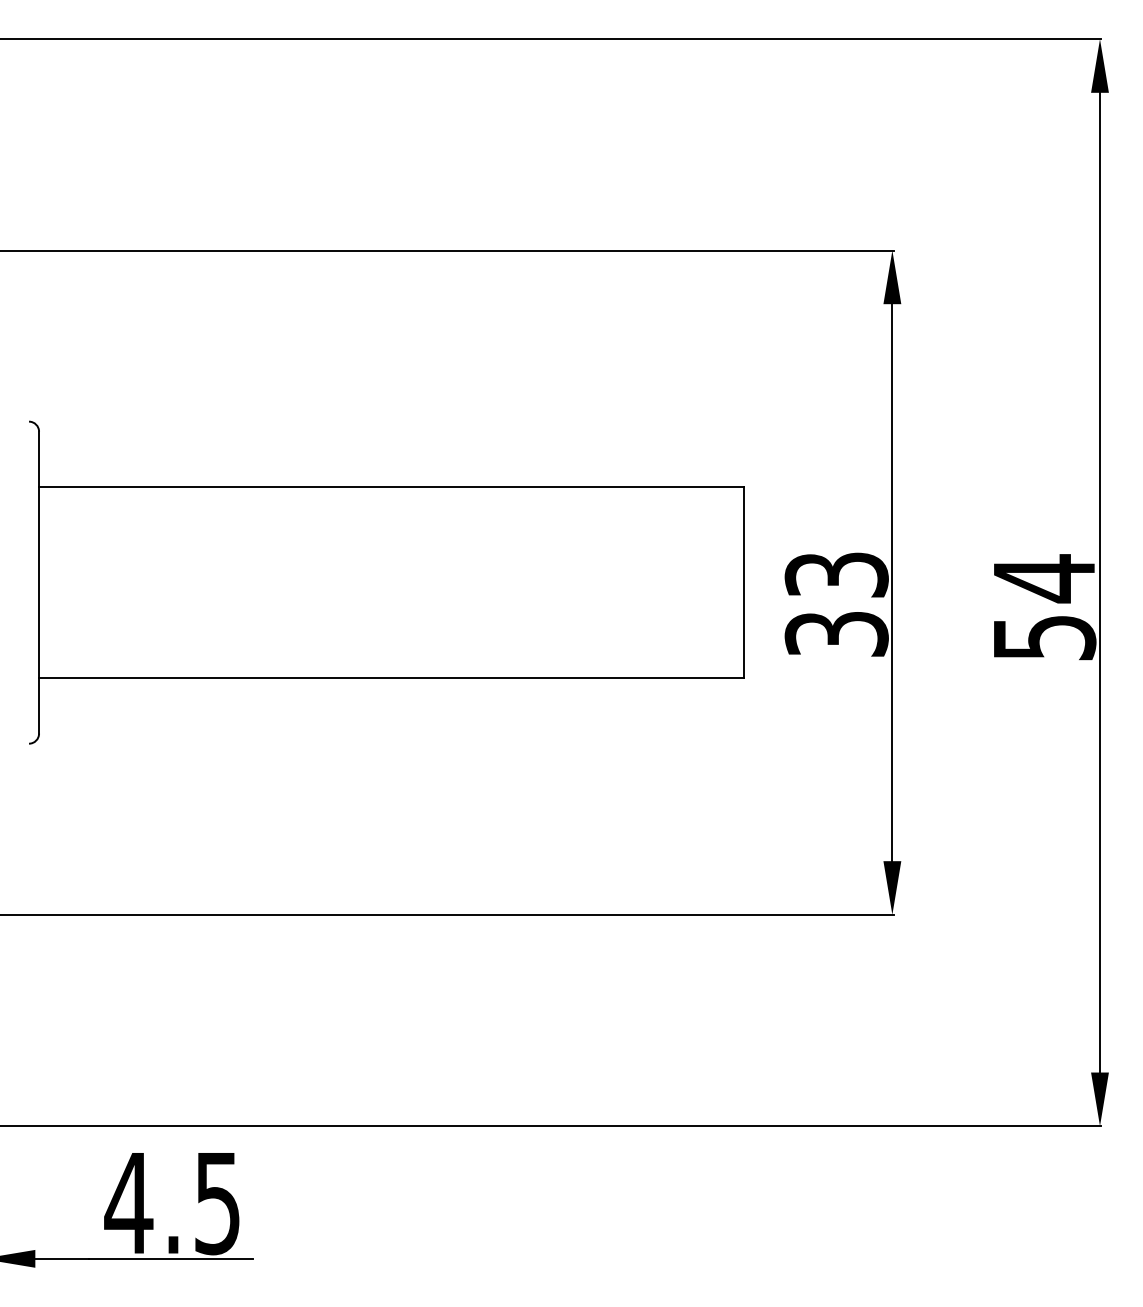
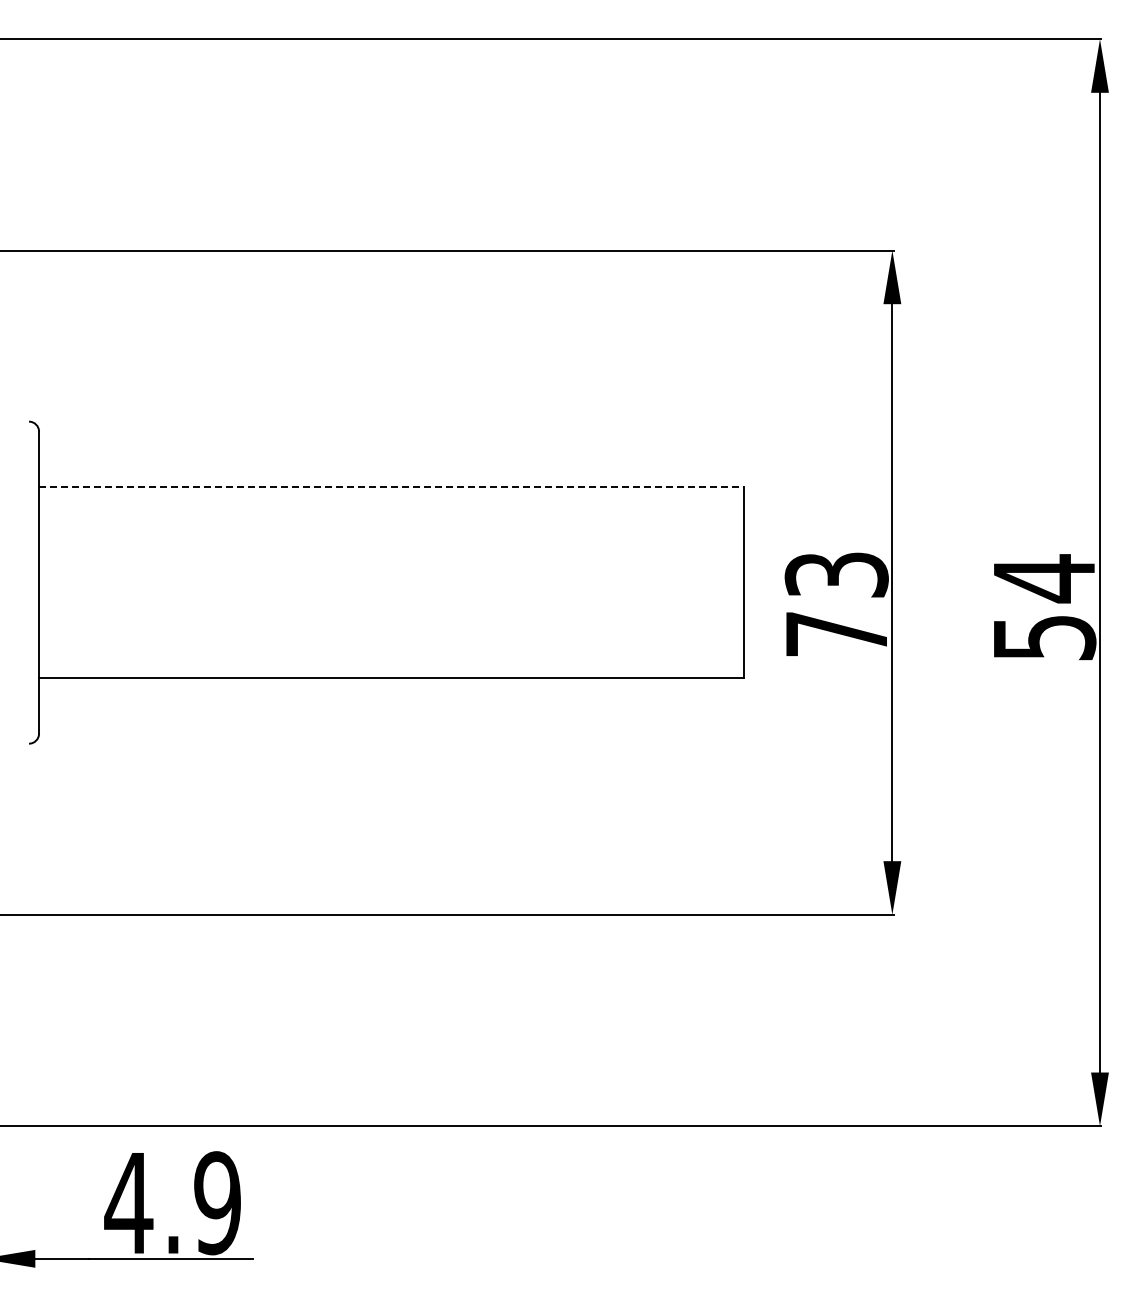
line at (391, 487): solid -> dashed
text at (836, 634): 33 -> 73
text at (217, 1203): 4.5 -> 4.9
